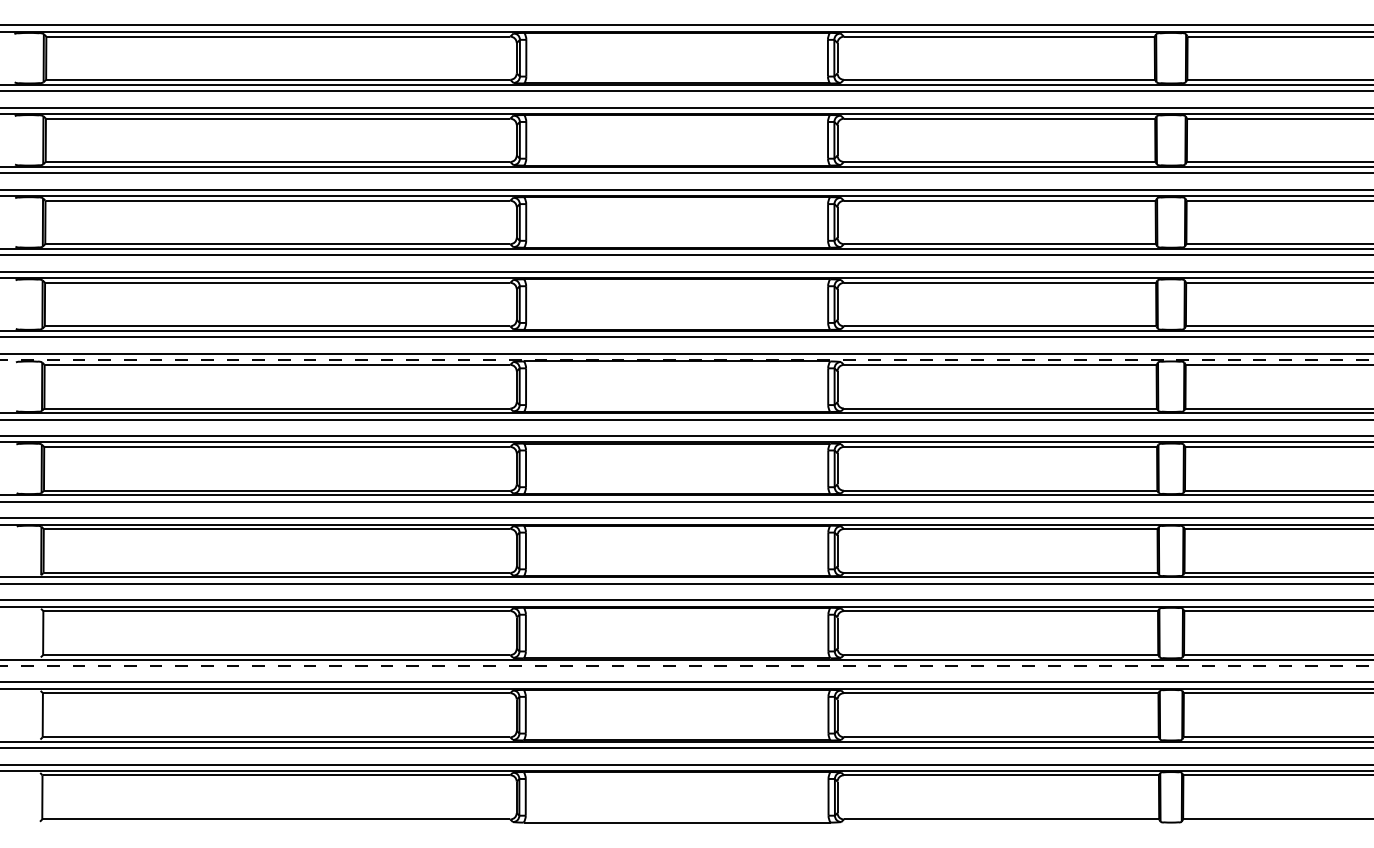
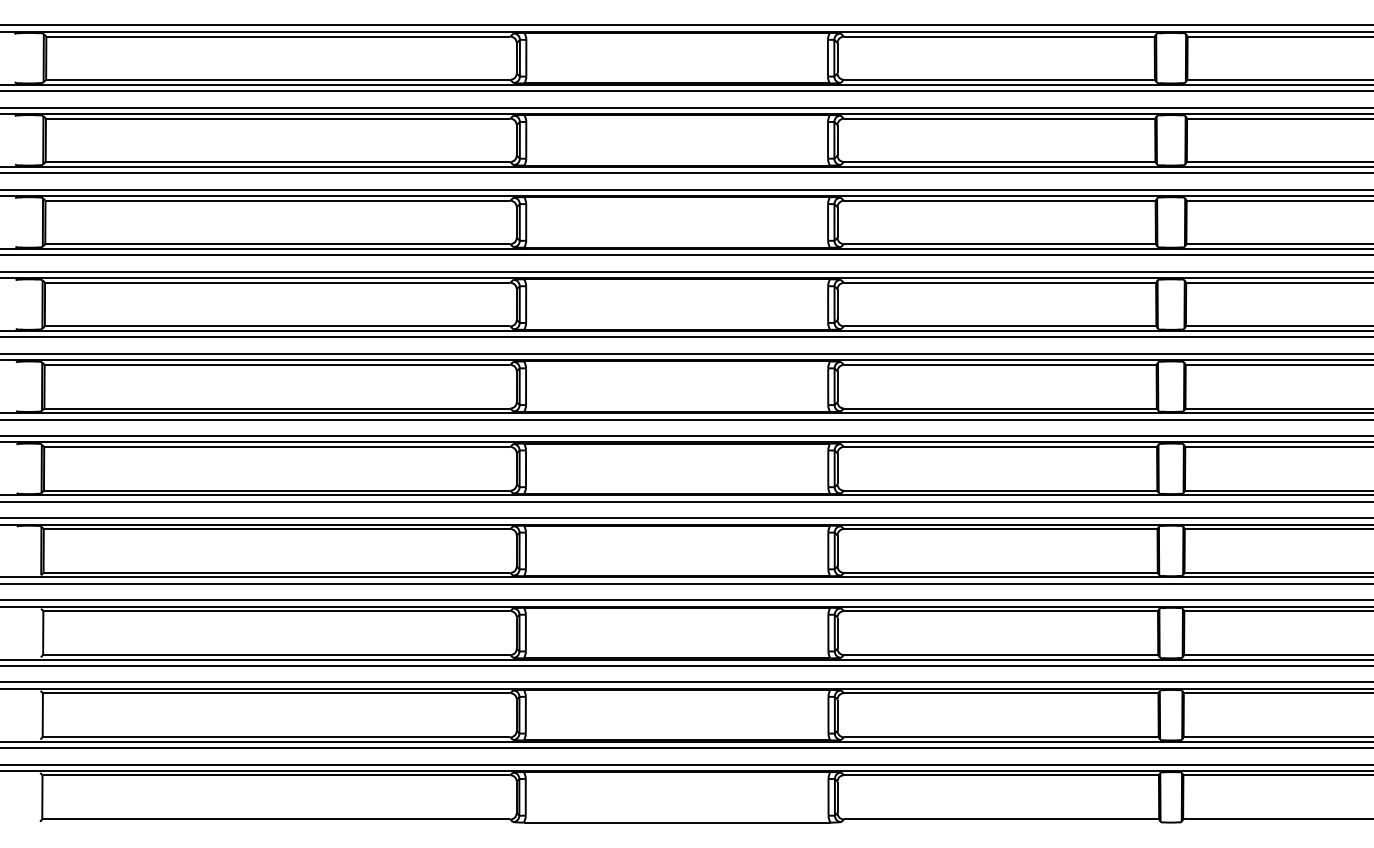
line at (686, 360): dashed -> solid
line at (686, 665): dashed -> solid
